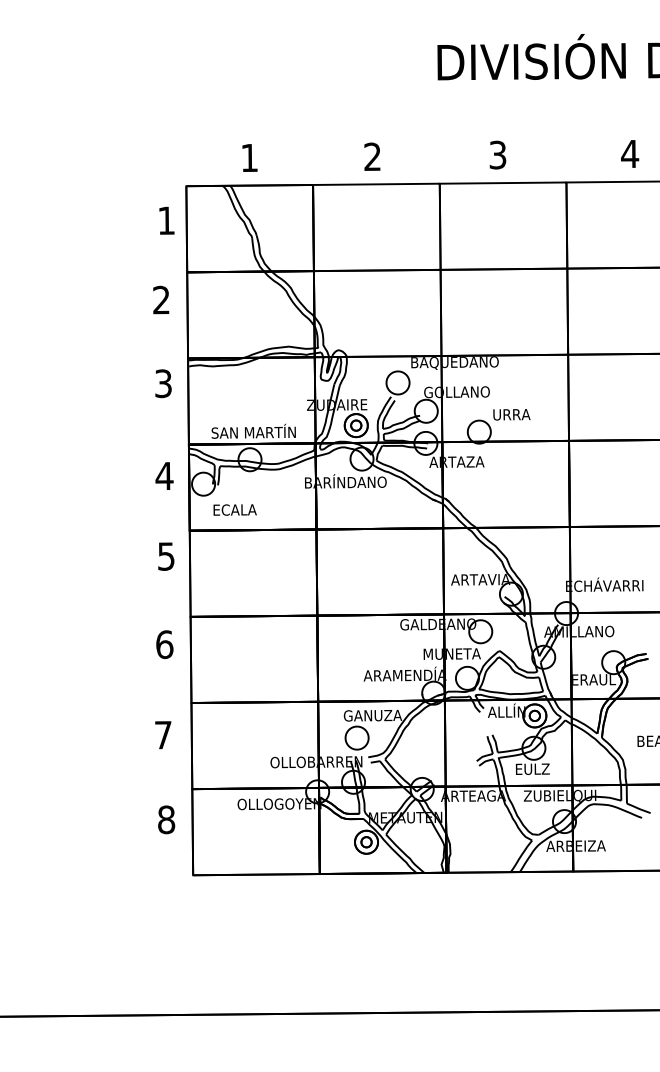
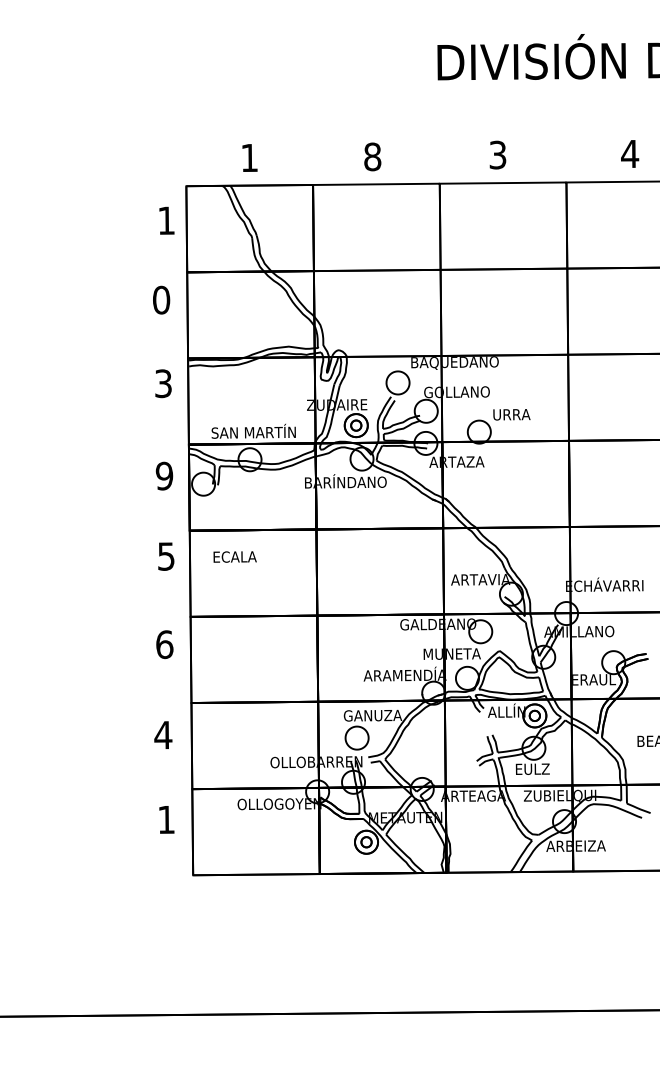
text at (372, 156): 2 -> 8
text at (161, 299): 2 -> 0
text at (164, 475): 4 -> 9
text at (234, 509) position: (234, 509) -> (234, 556)
text at (163, 735): 7 -> 4
text at (166, 819): 8 -> 1
